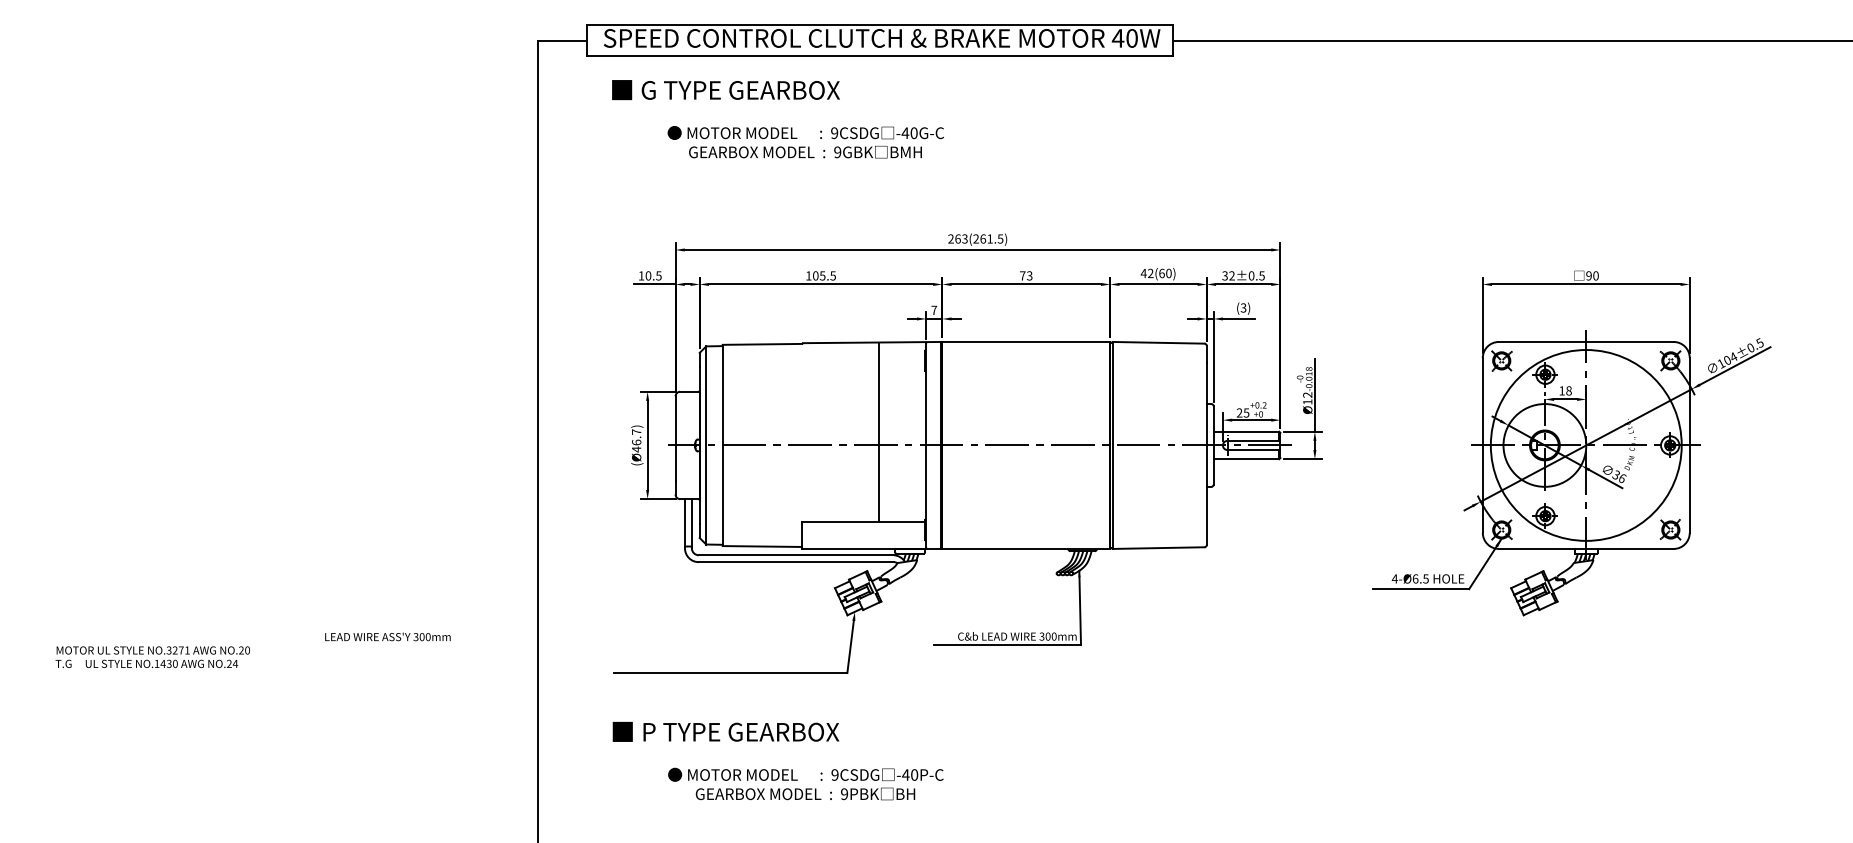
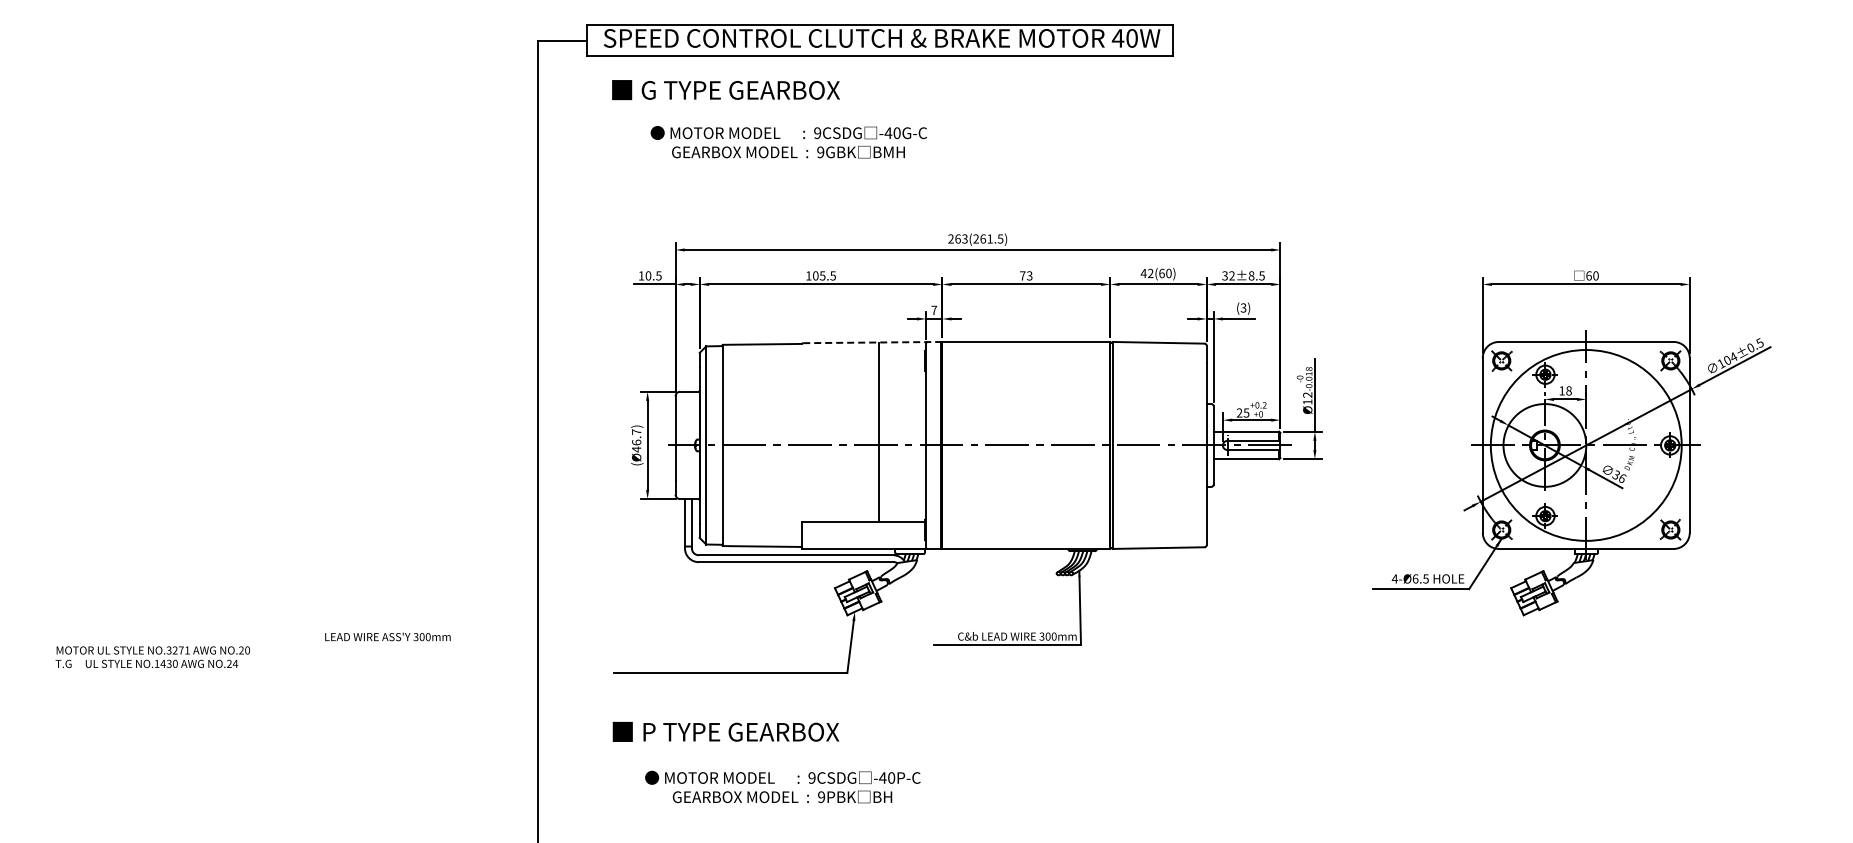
line at (1511, 40): present -> none
text at (805, 142) position: (805, 142) -> (788, 142)
text at (1588, 275): 90 -> 60
text at (1251, 276): 0.5 -> 8.5
line at (872, 342): solid -> dashed
text at (805, 783) position: (805, 783) -> (782, 786)
